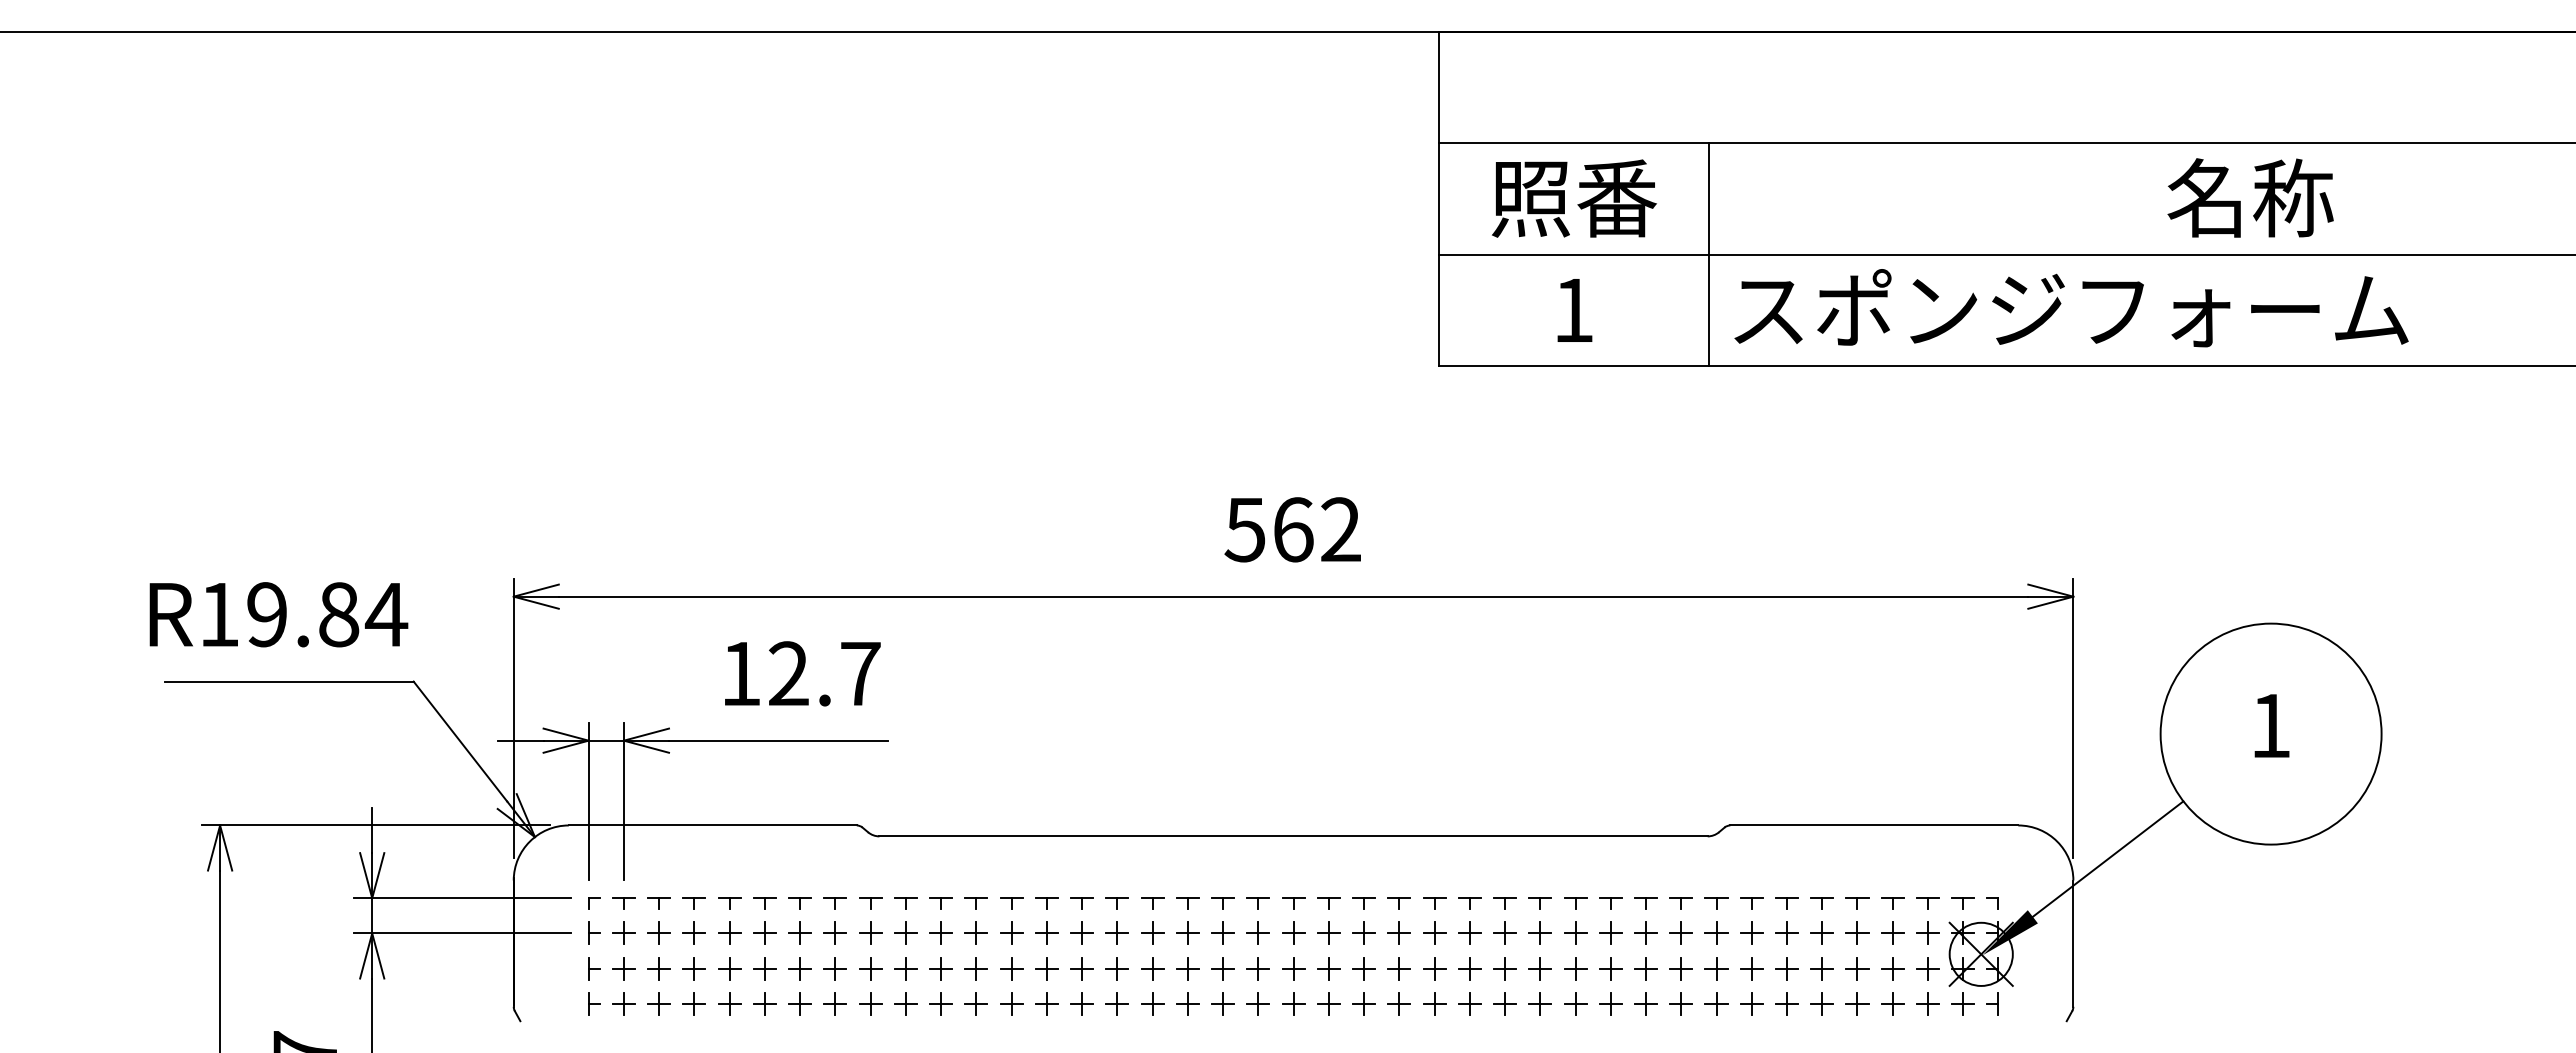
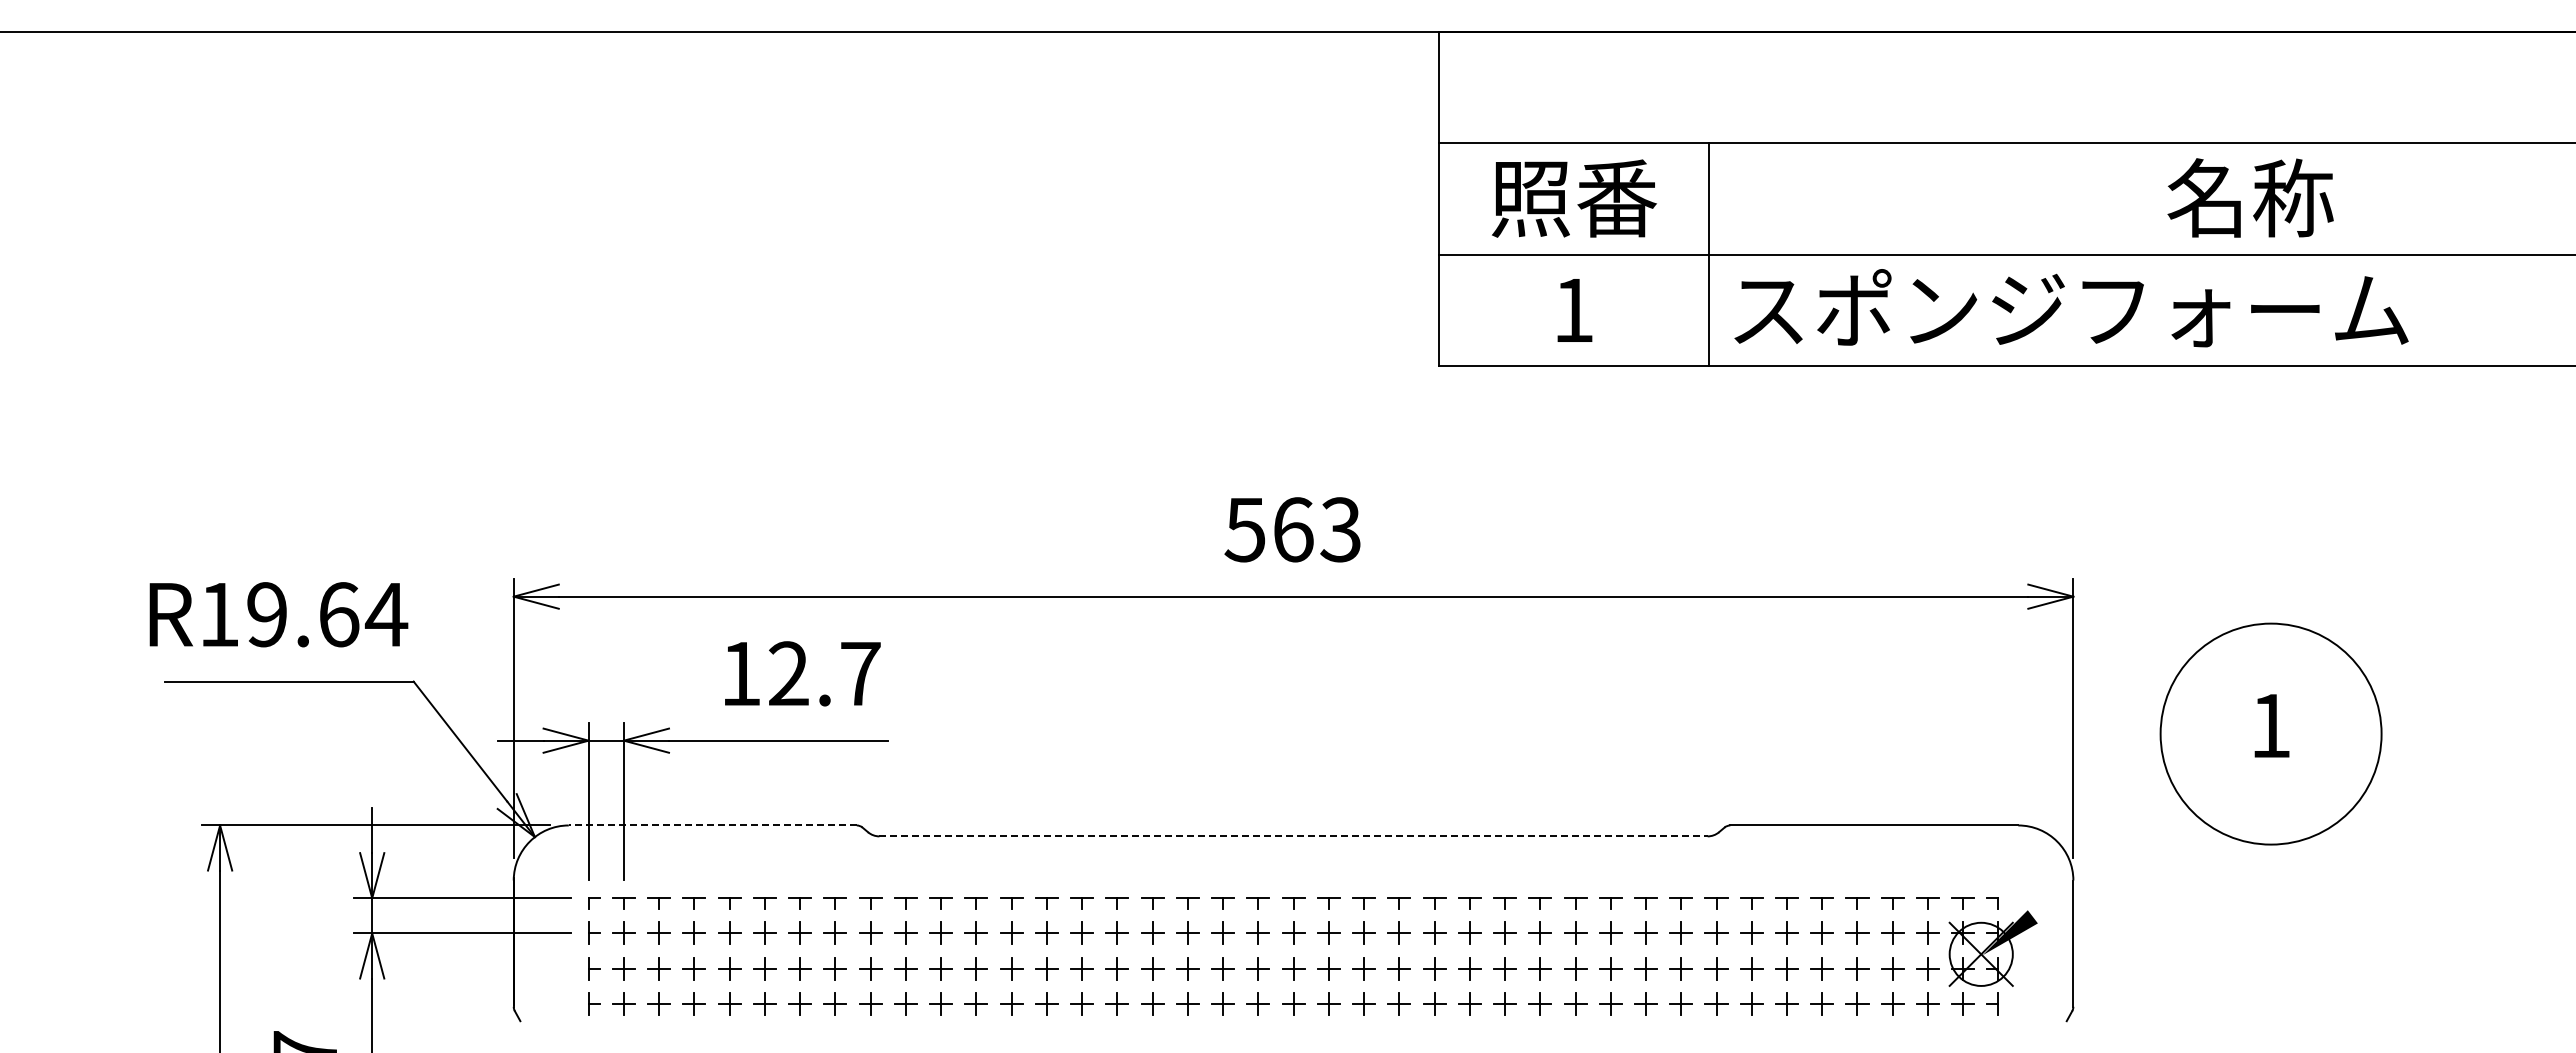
text at (1340, 529): 562 -> 563
text at (339, 614): R19.84 -> R19.64
line at (712, 825): solid -> dashed
line at (1294, 836): solid -> dashed
line at (2107, 858): present -> none
